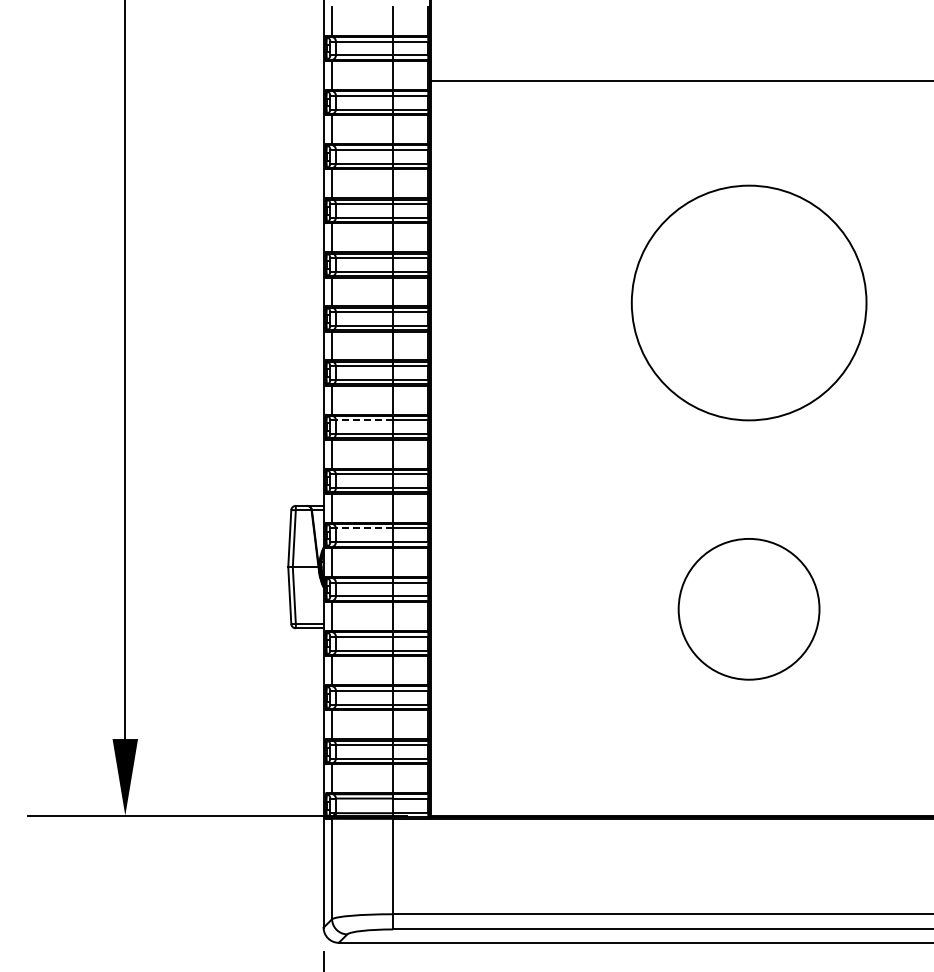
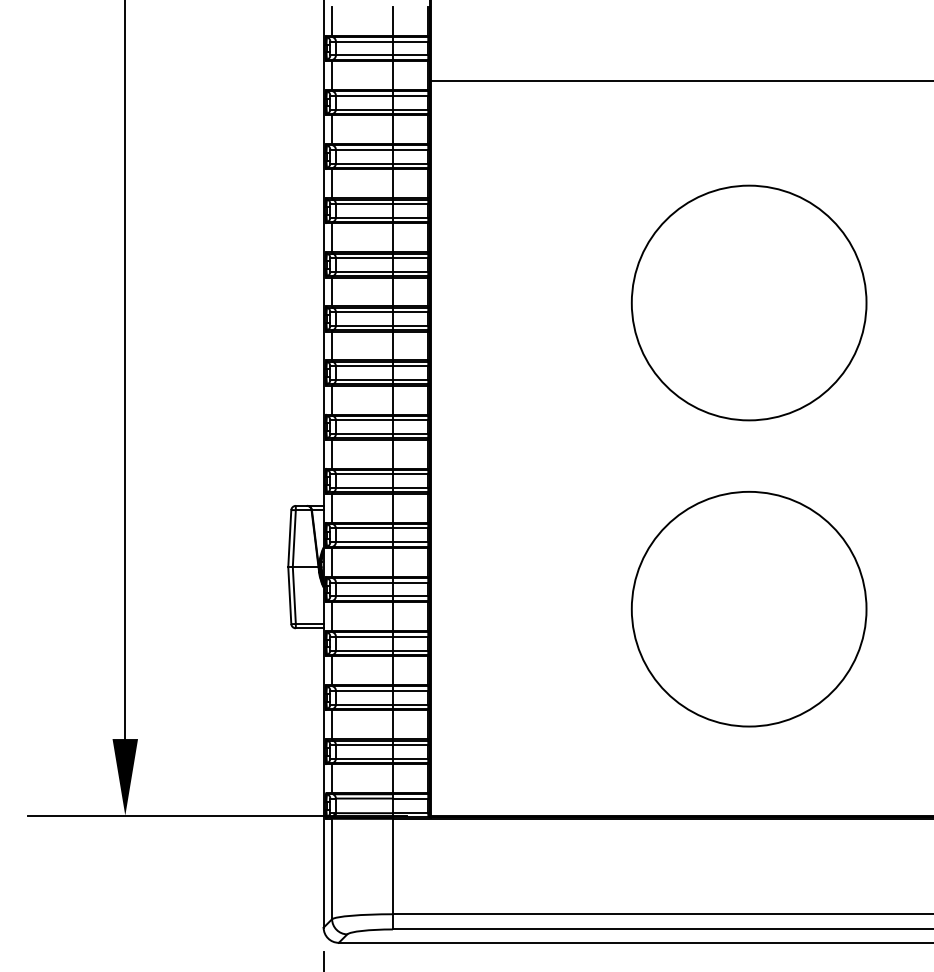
line at (363, 420): dashed -> solid
line at (363, 528): dashed -> solid
circle at (748, 609) size: 144x143 px -> 238x237 px
